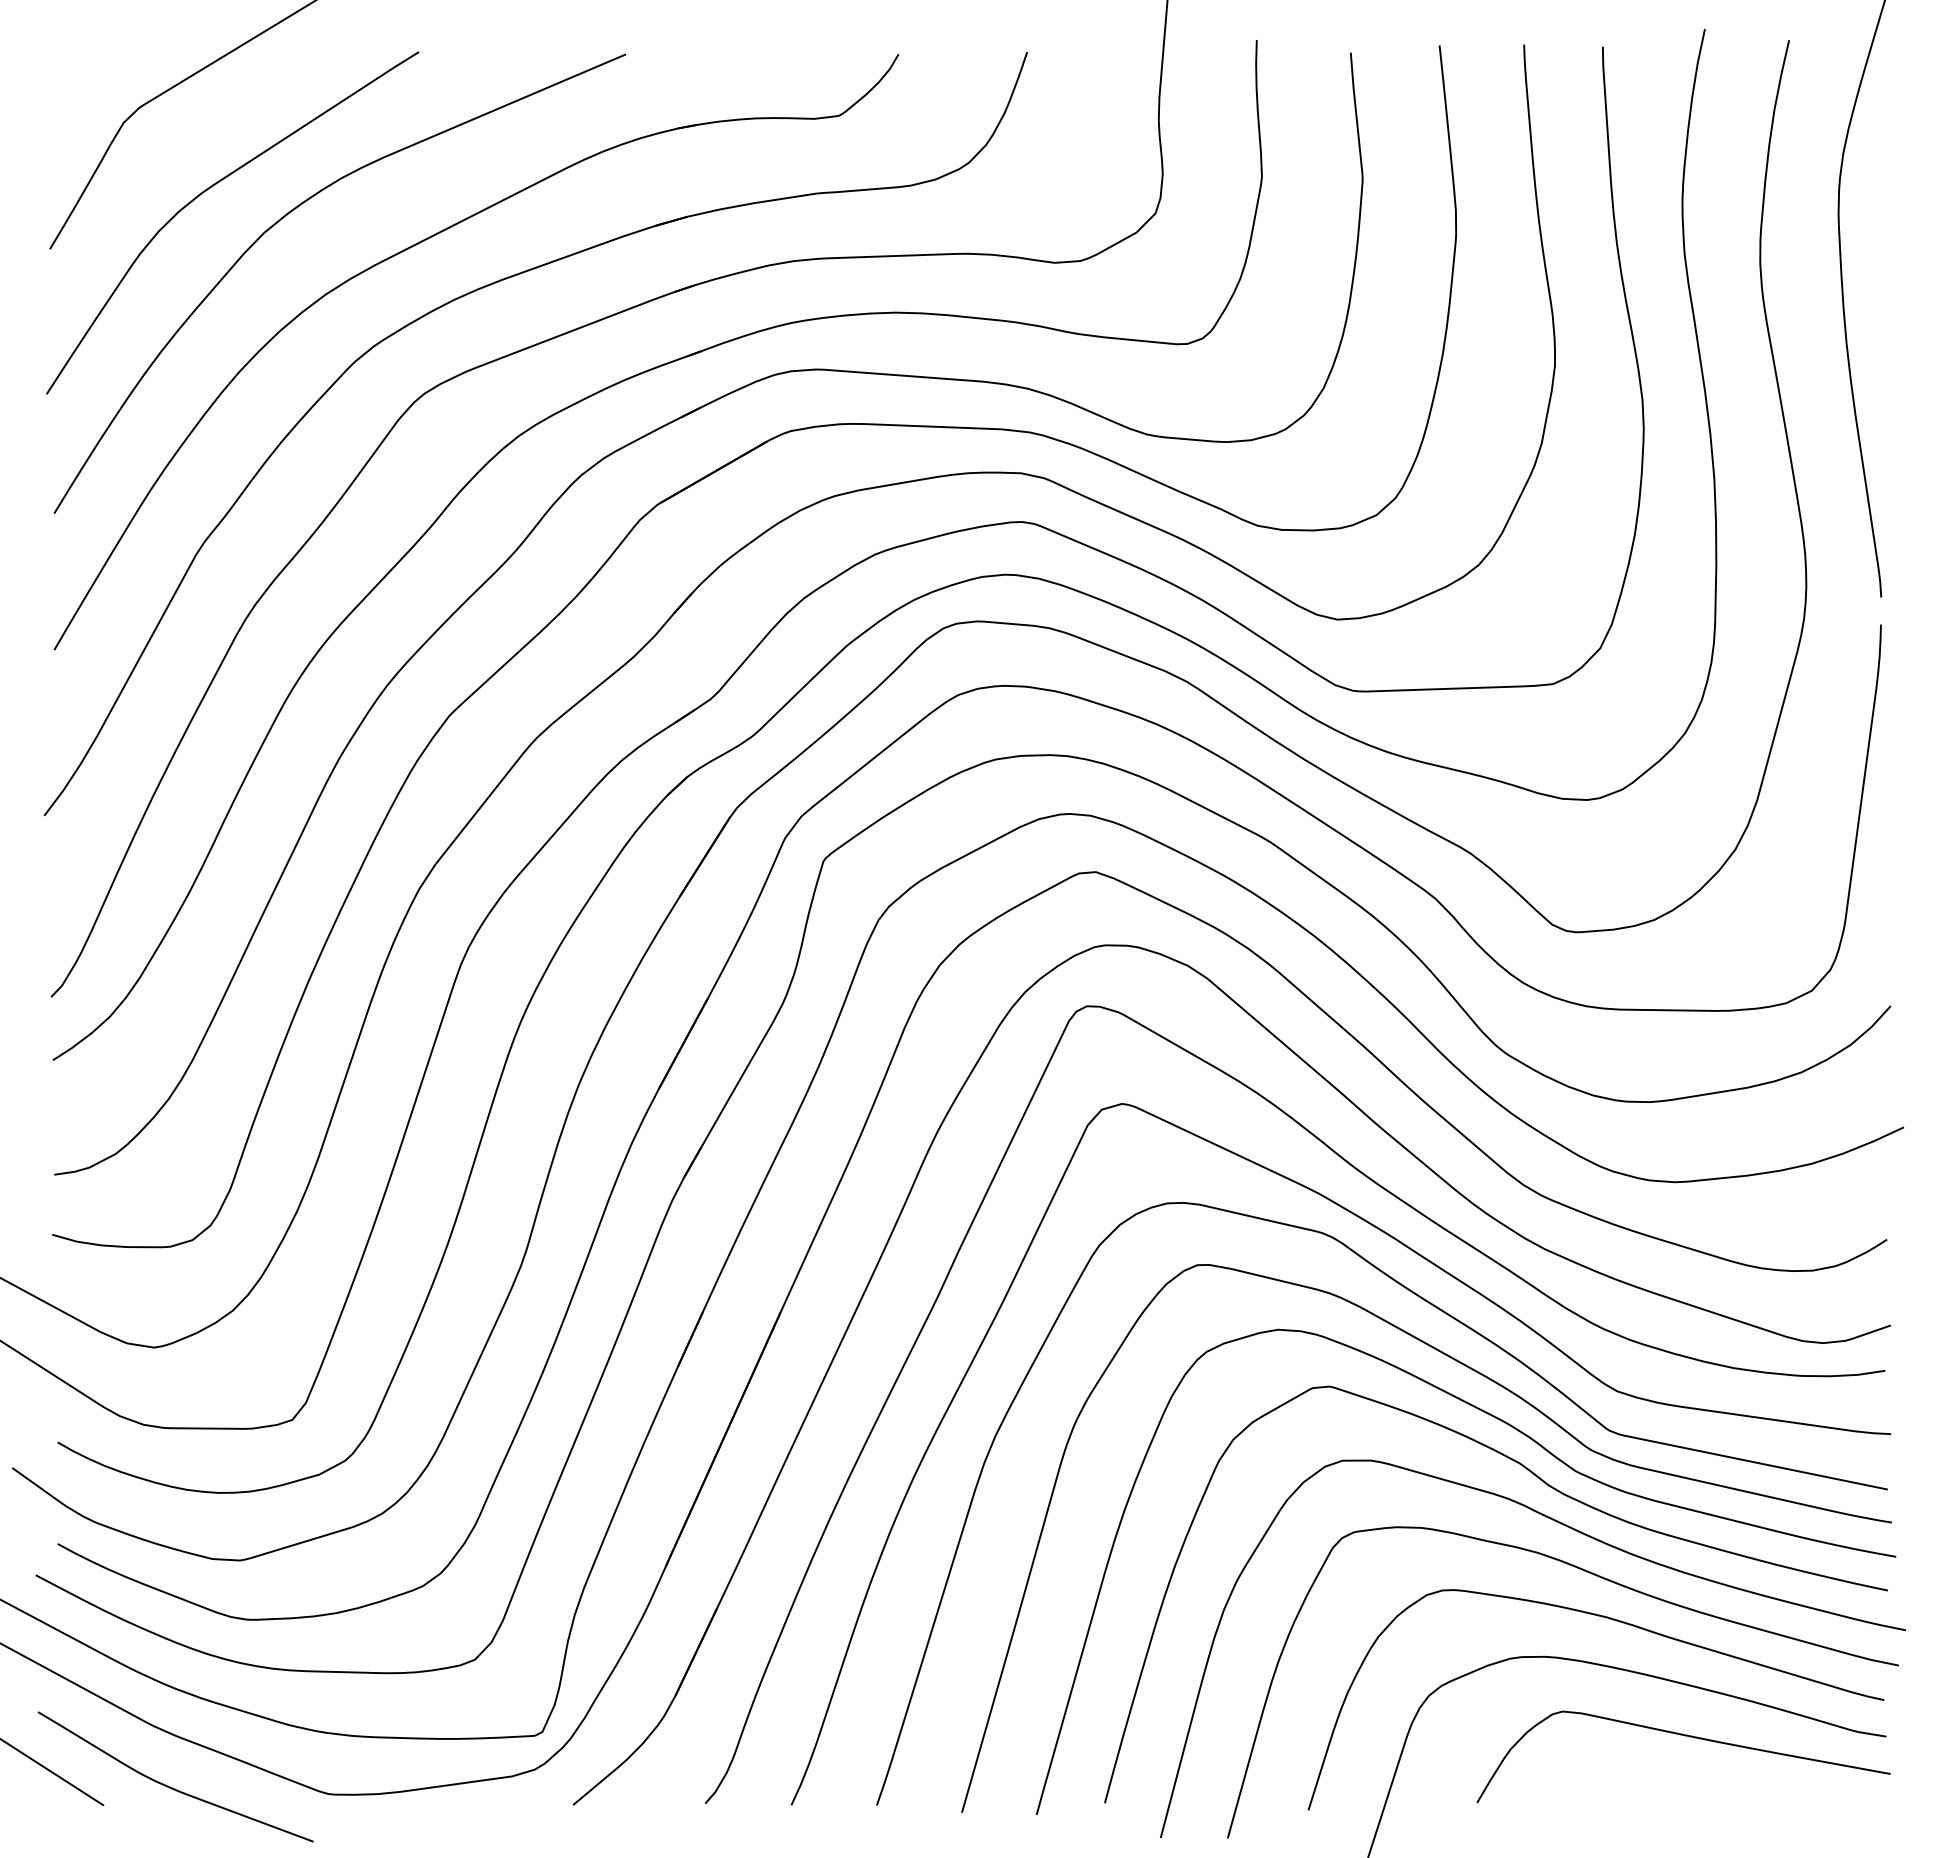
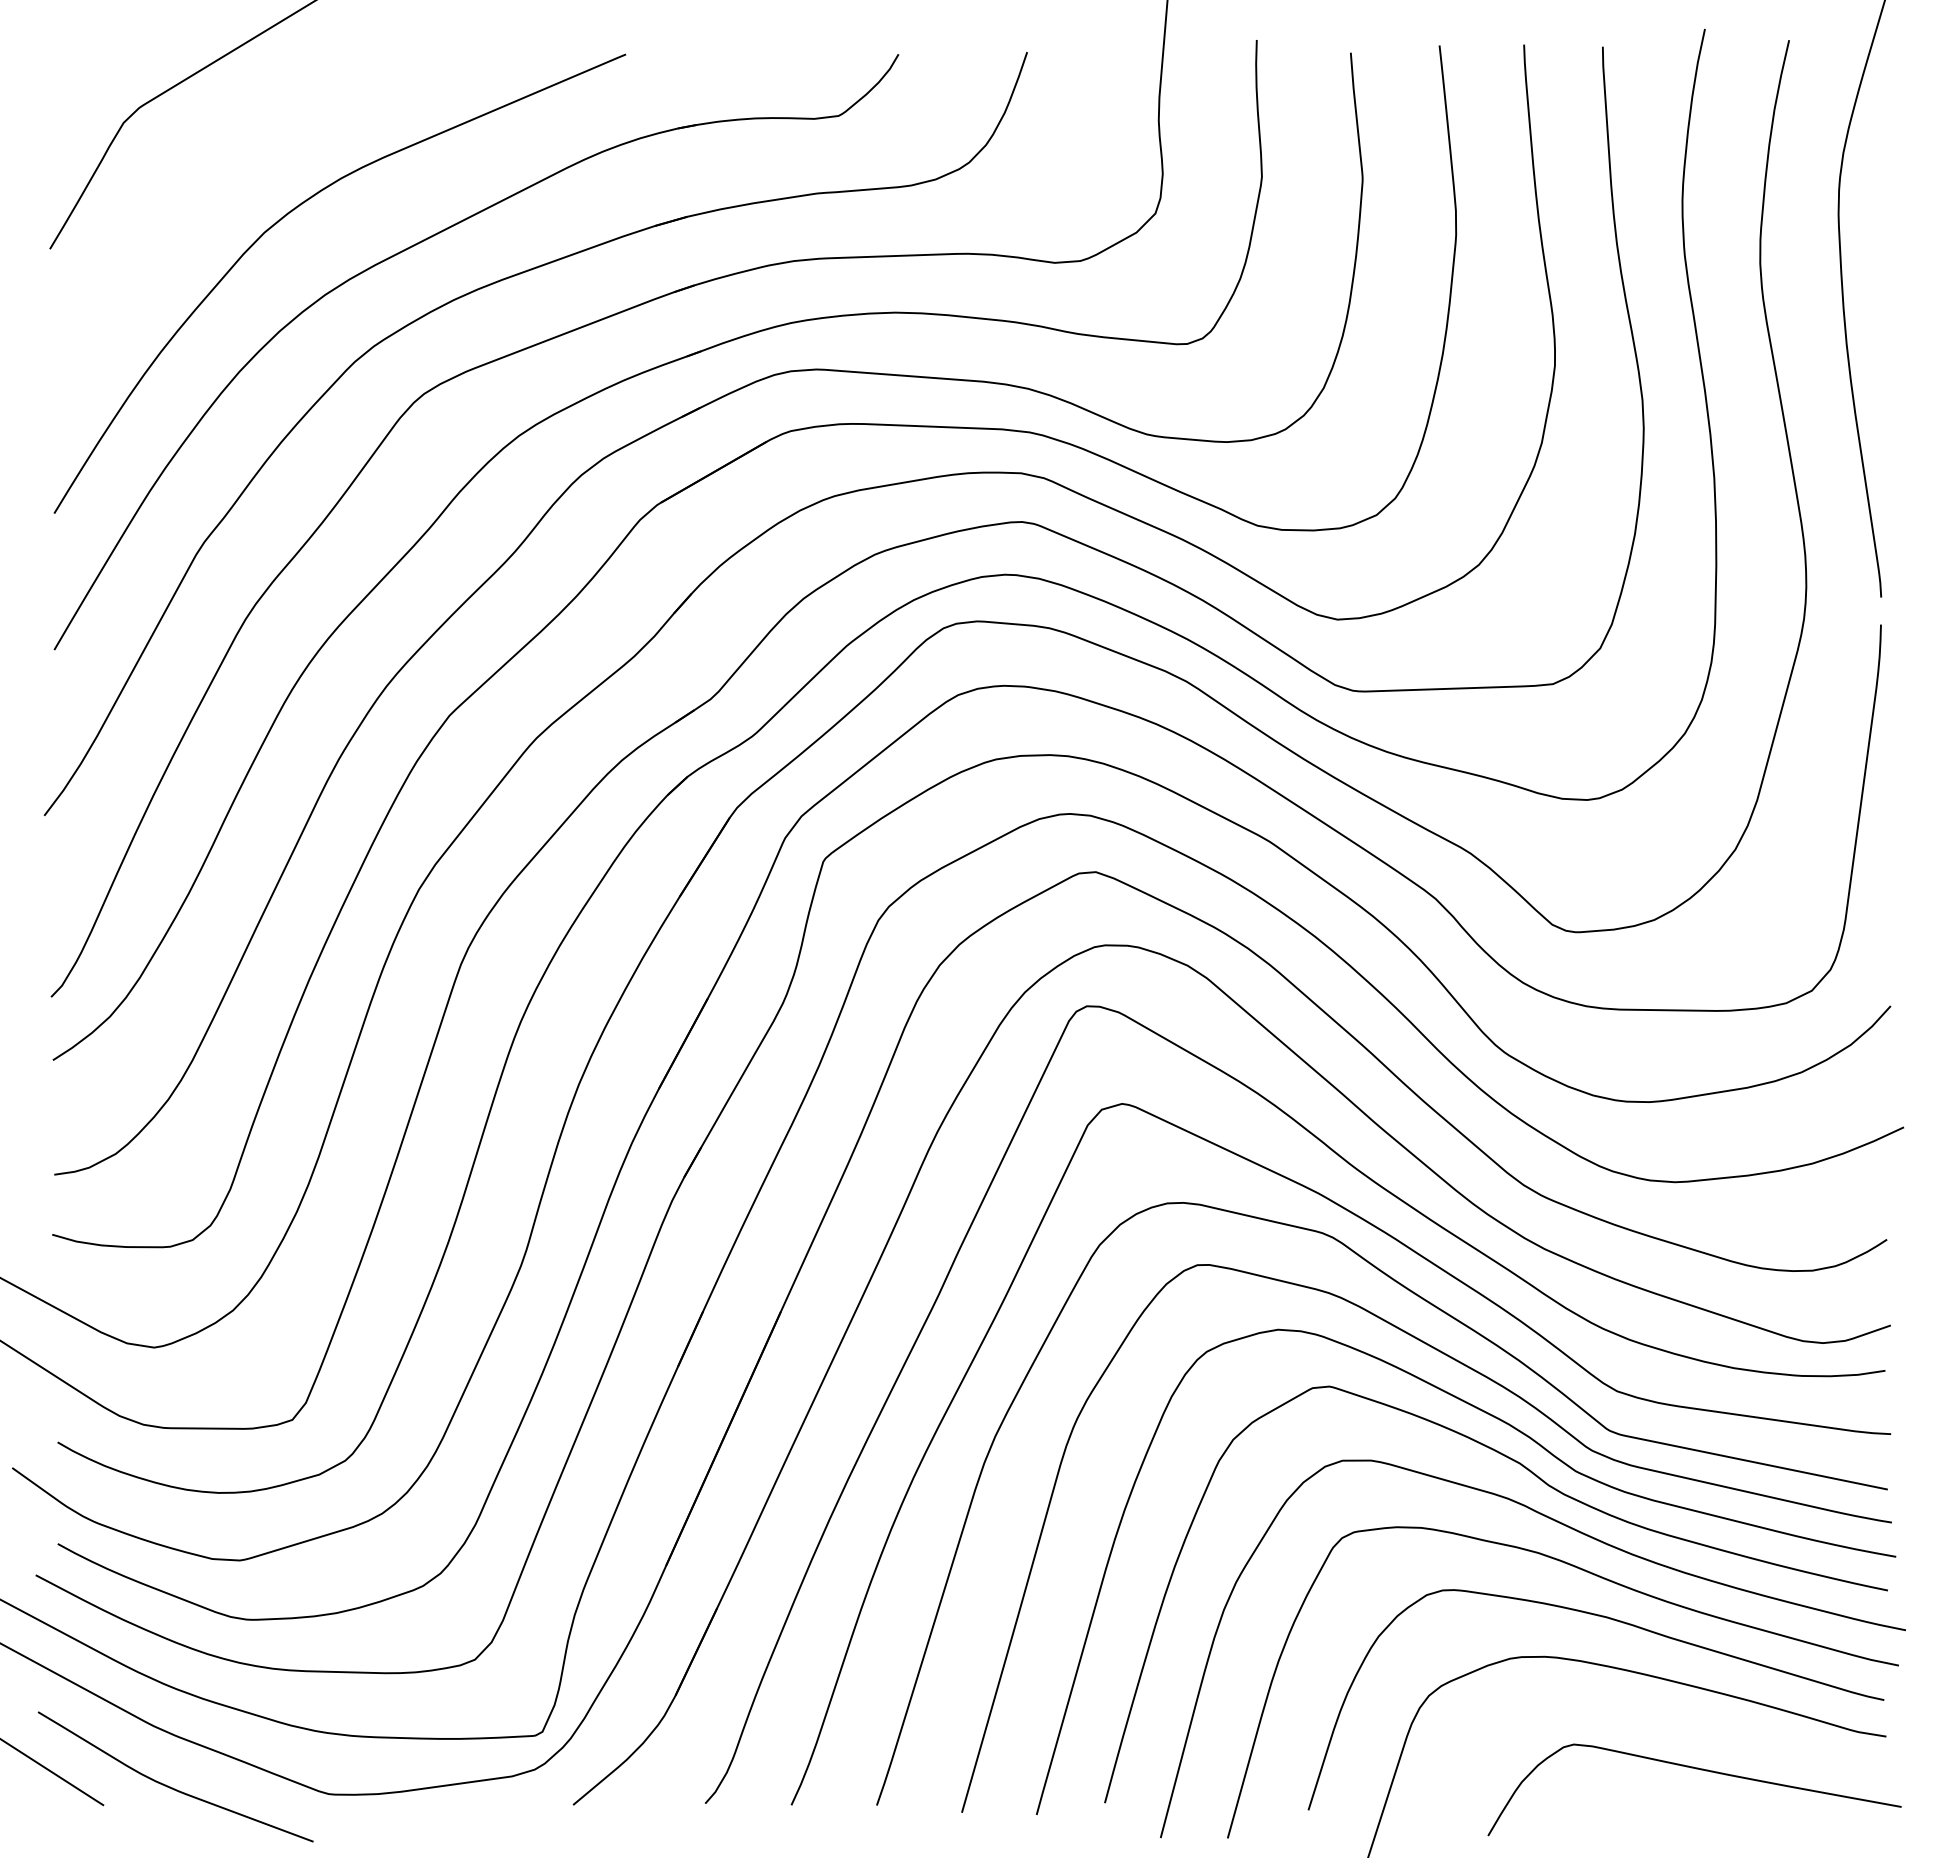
curve at (209, 189): present -> none
curve at (1689, 1737) position: (1689, 1737) -> (1700, 1770)
